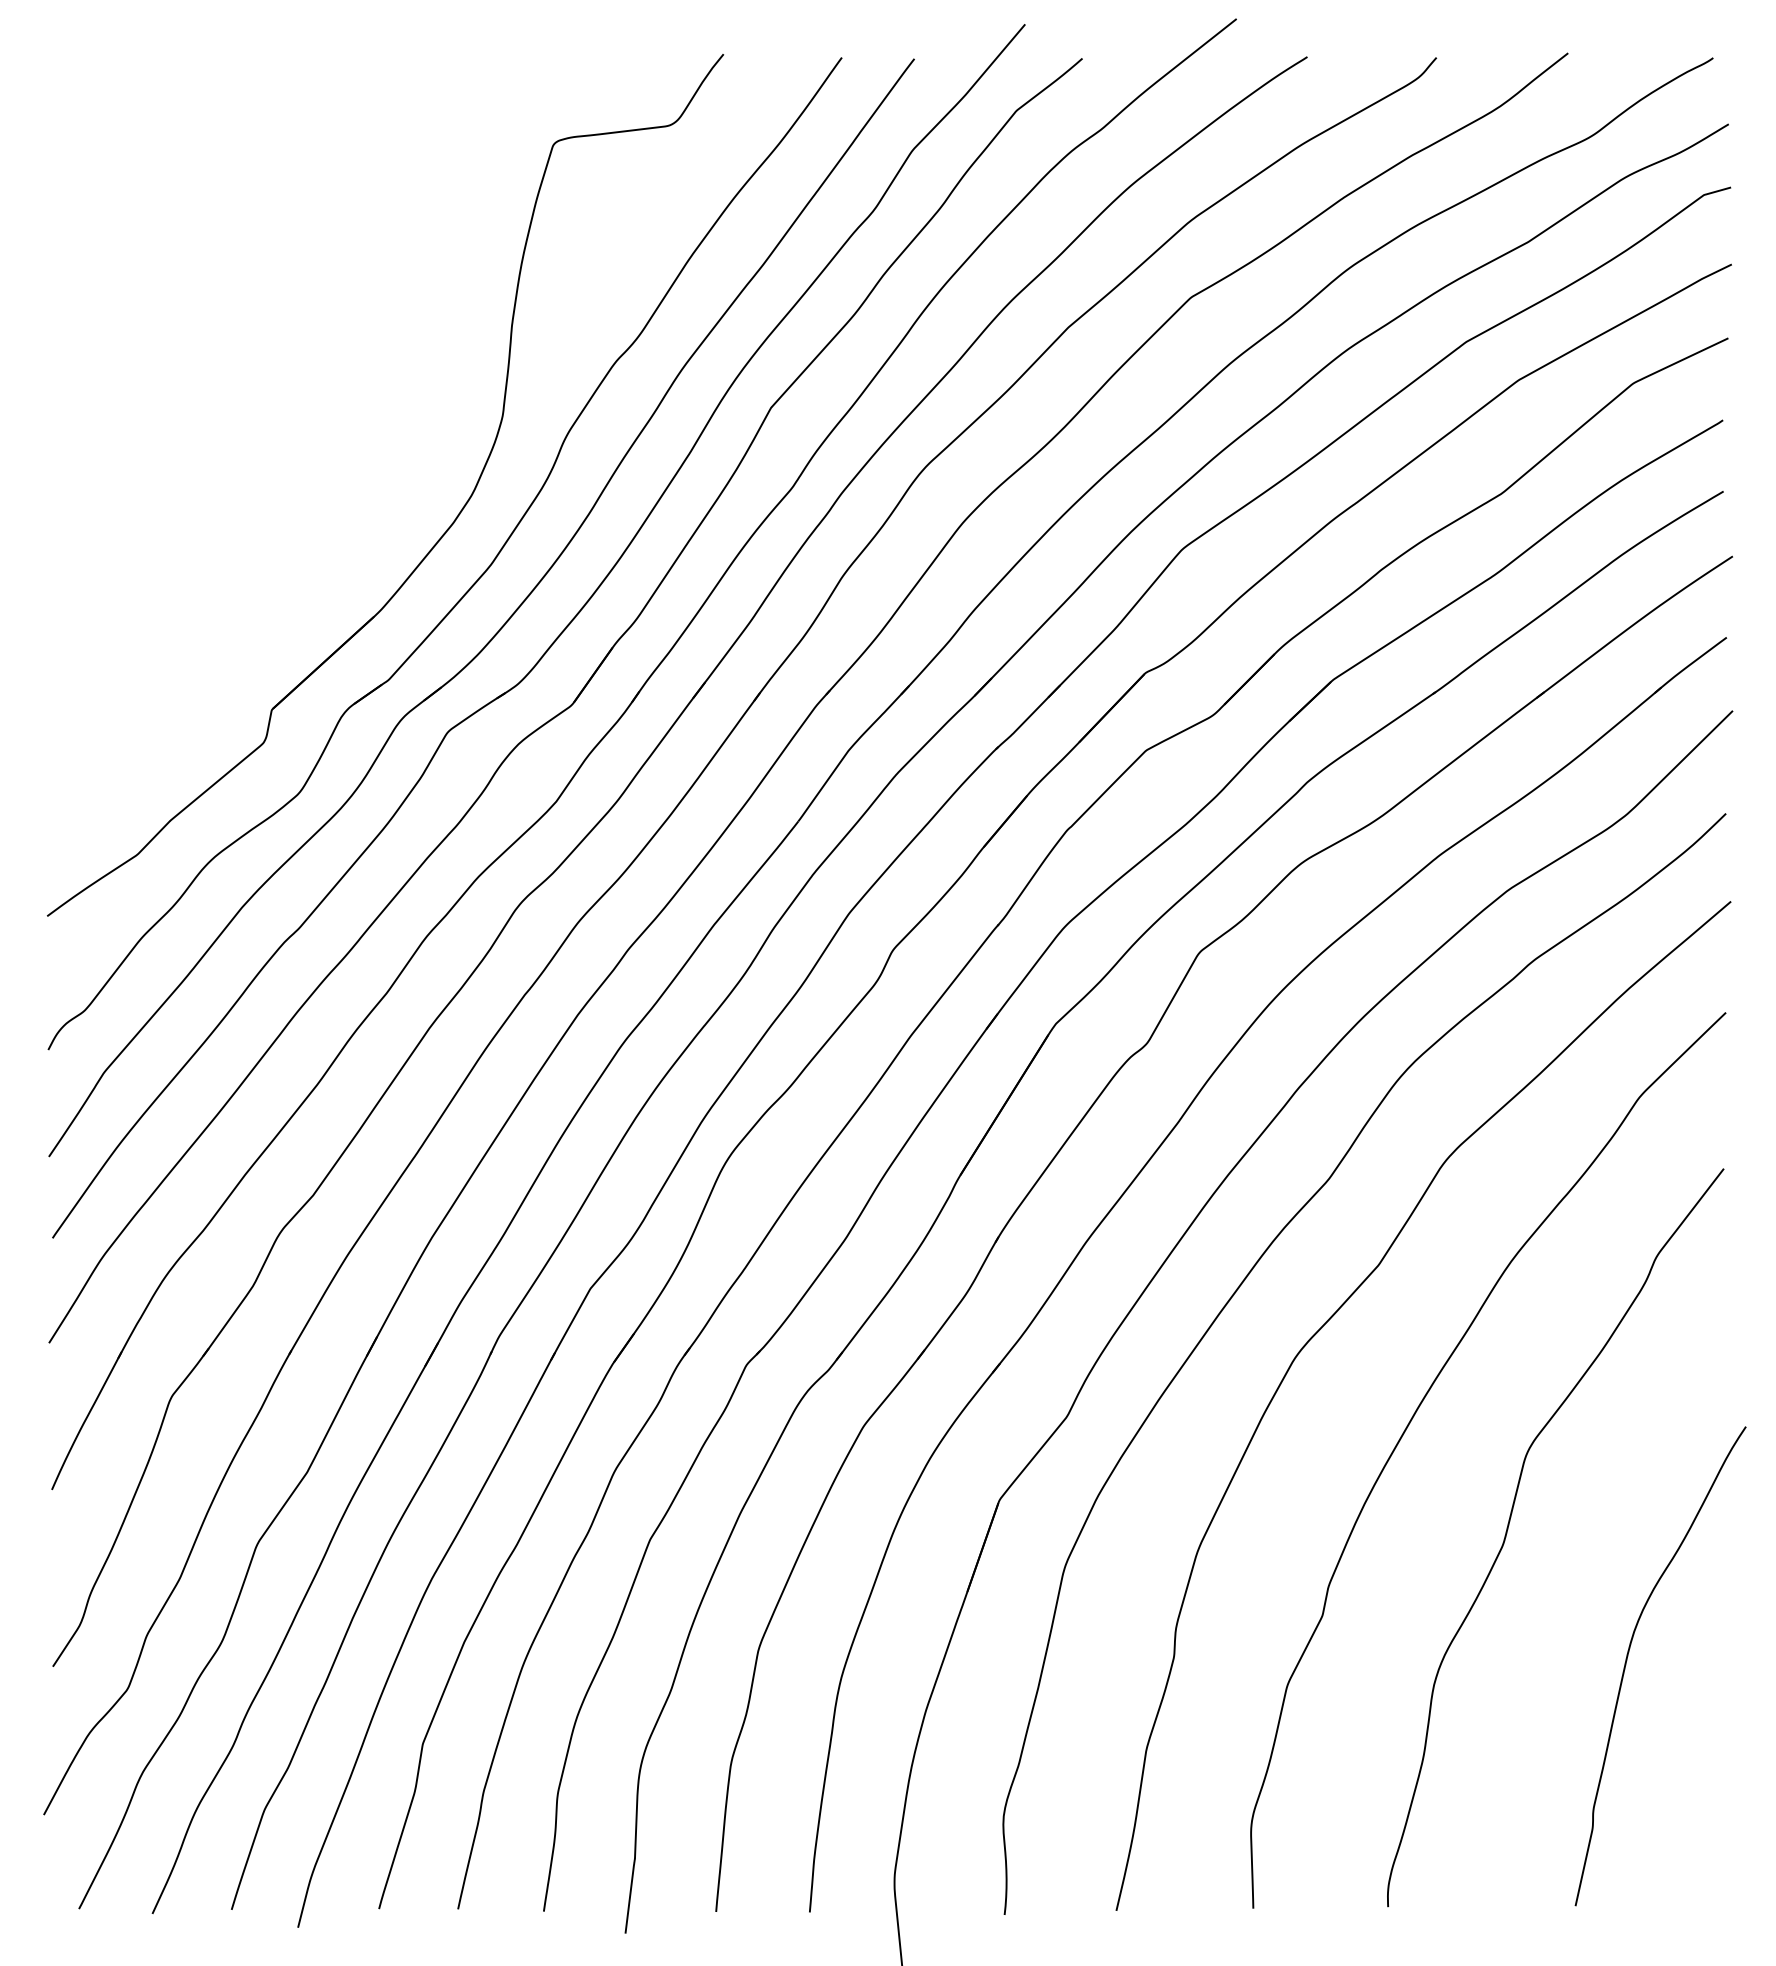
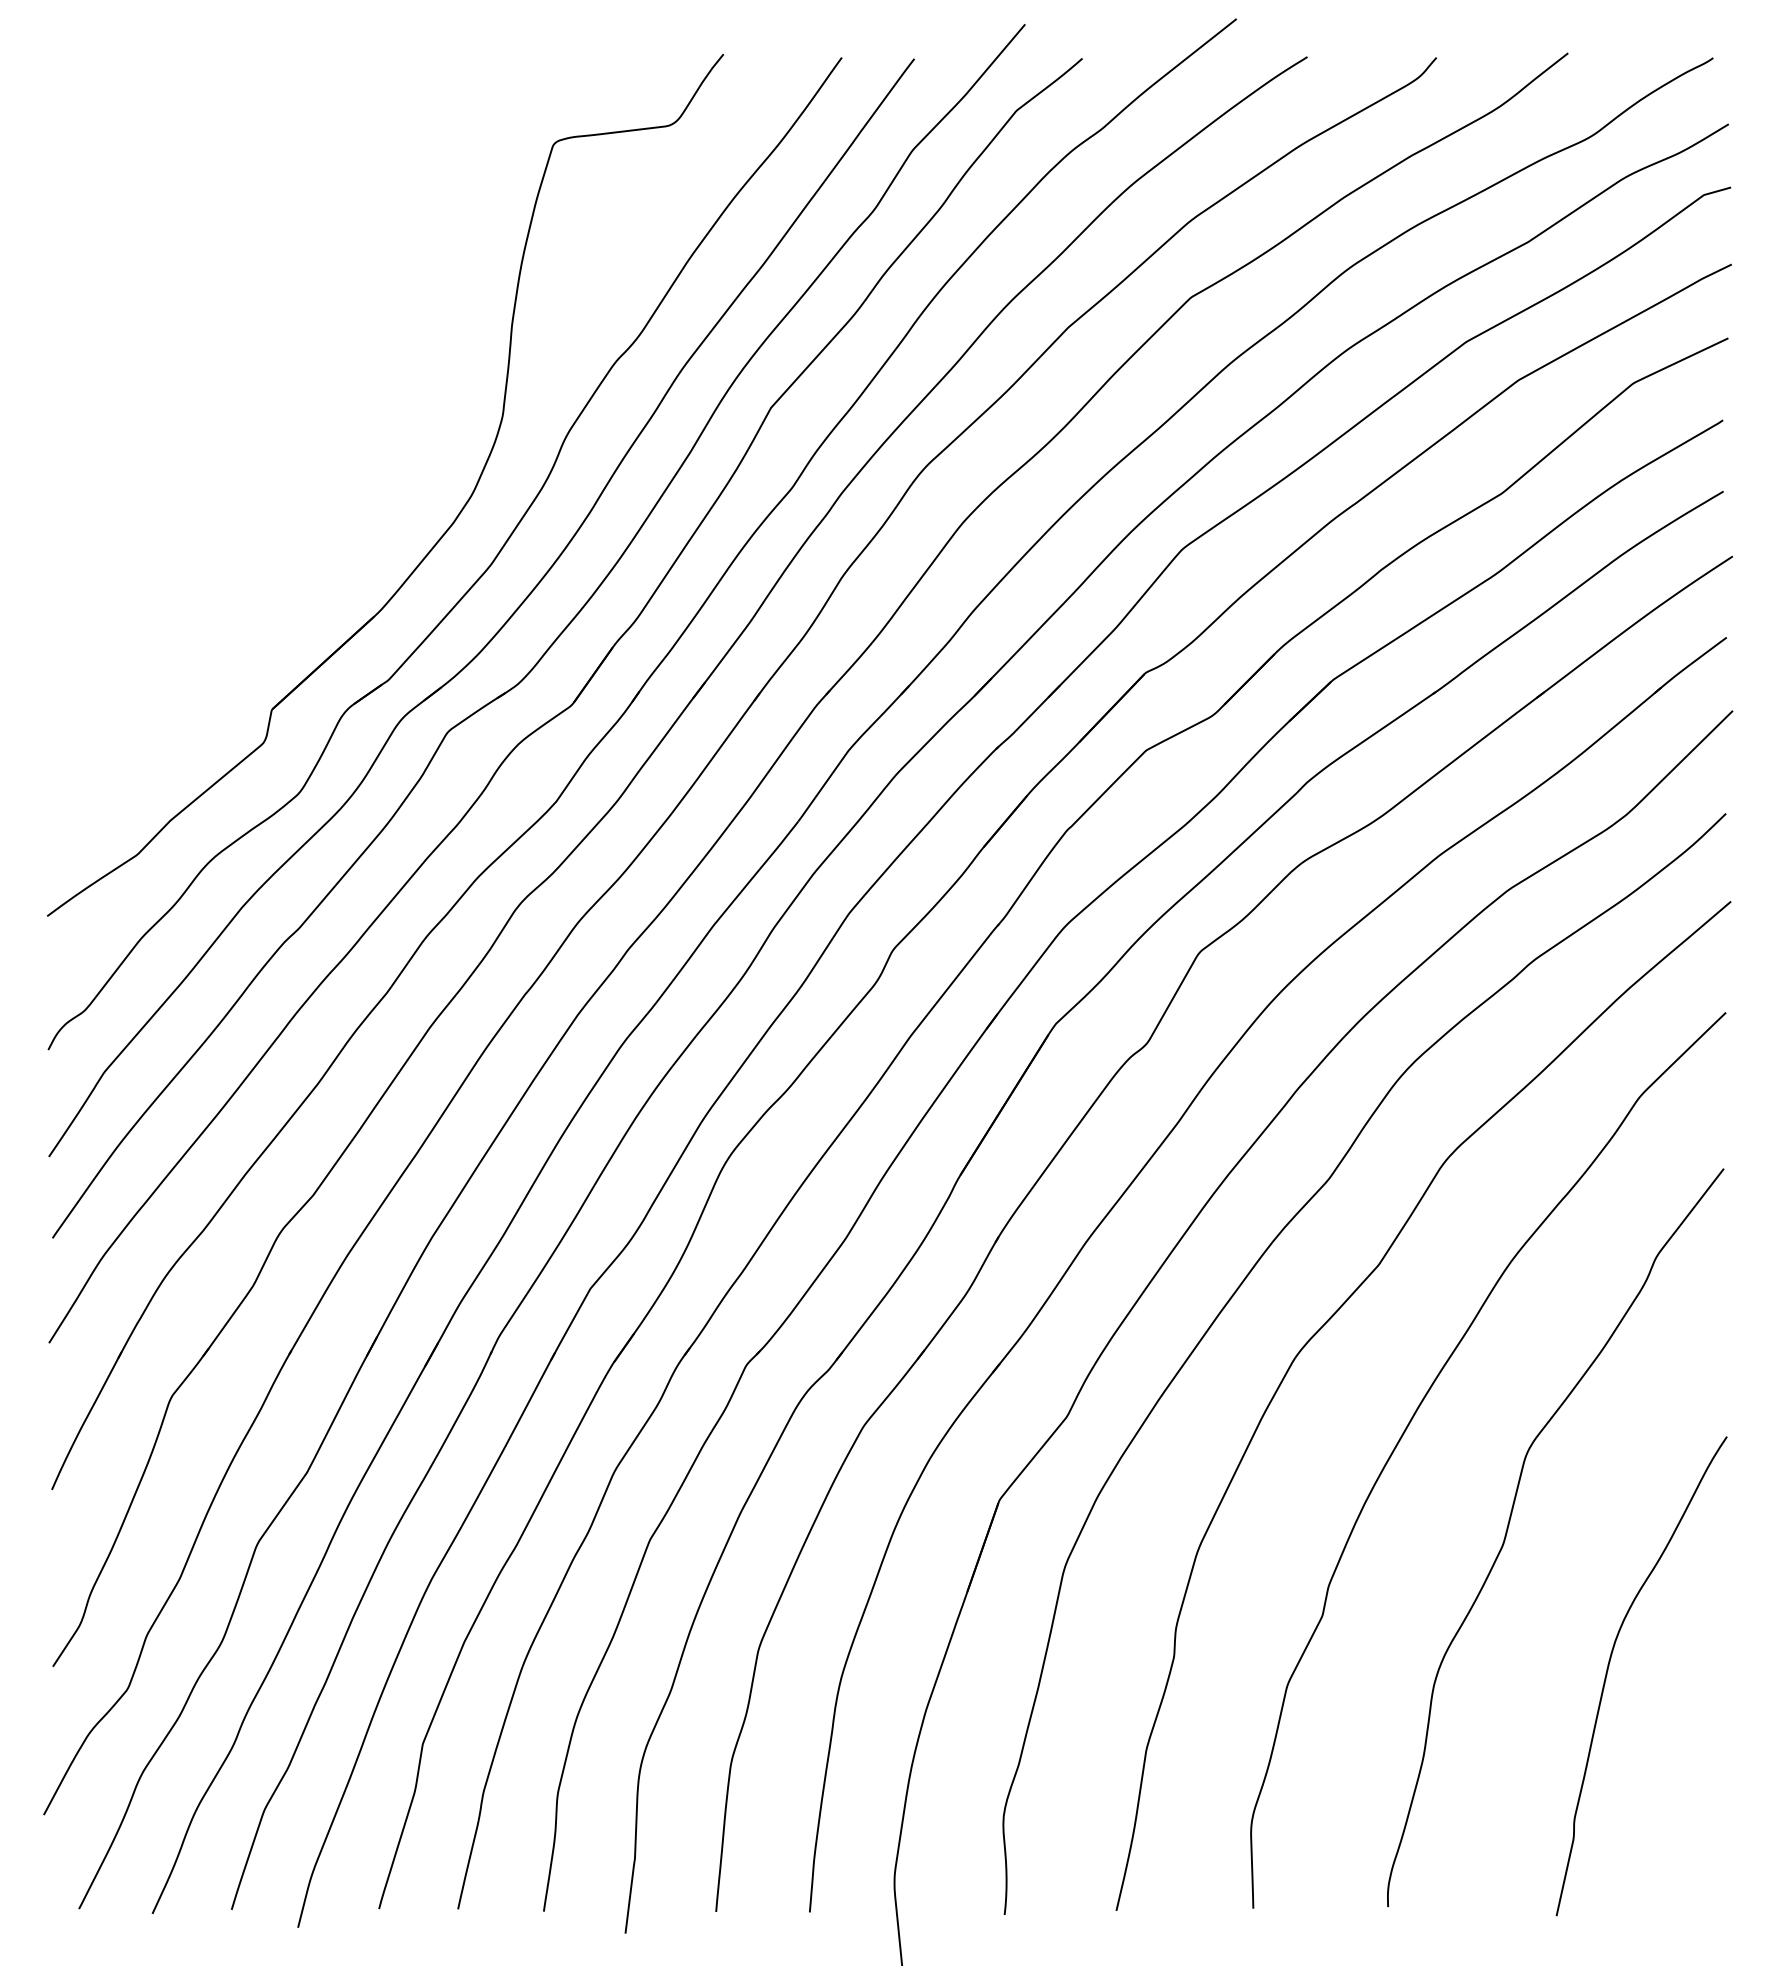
curve at (1628, 1656) position: (1628, 1656) -> (1609, 1666)
